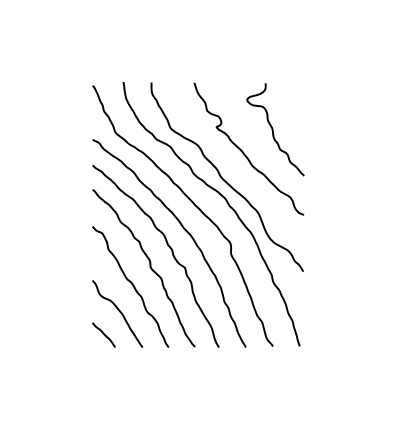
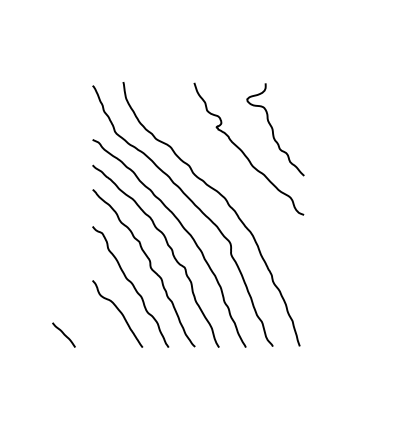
curve at (223, 178): present -> none
curve at (103, 334) position: (103, 334) -> (63, 334)
